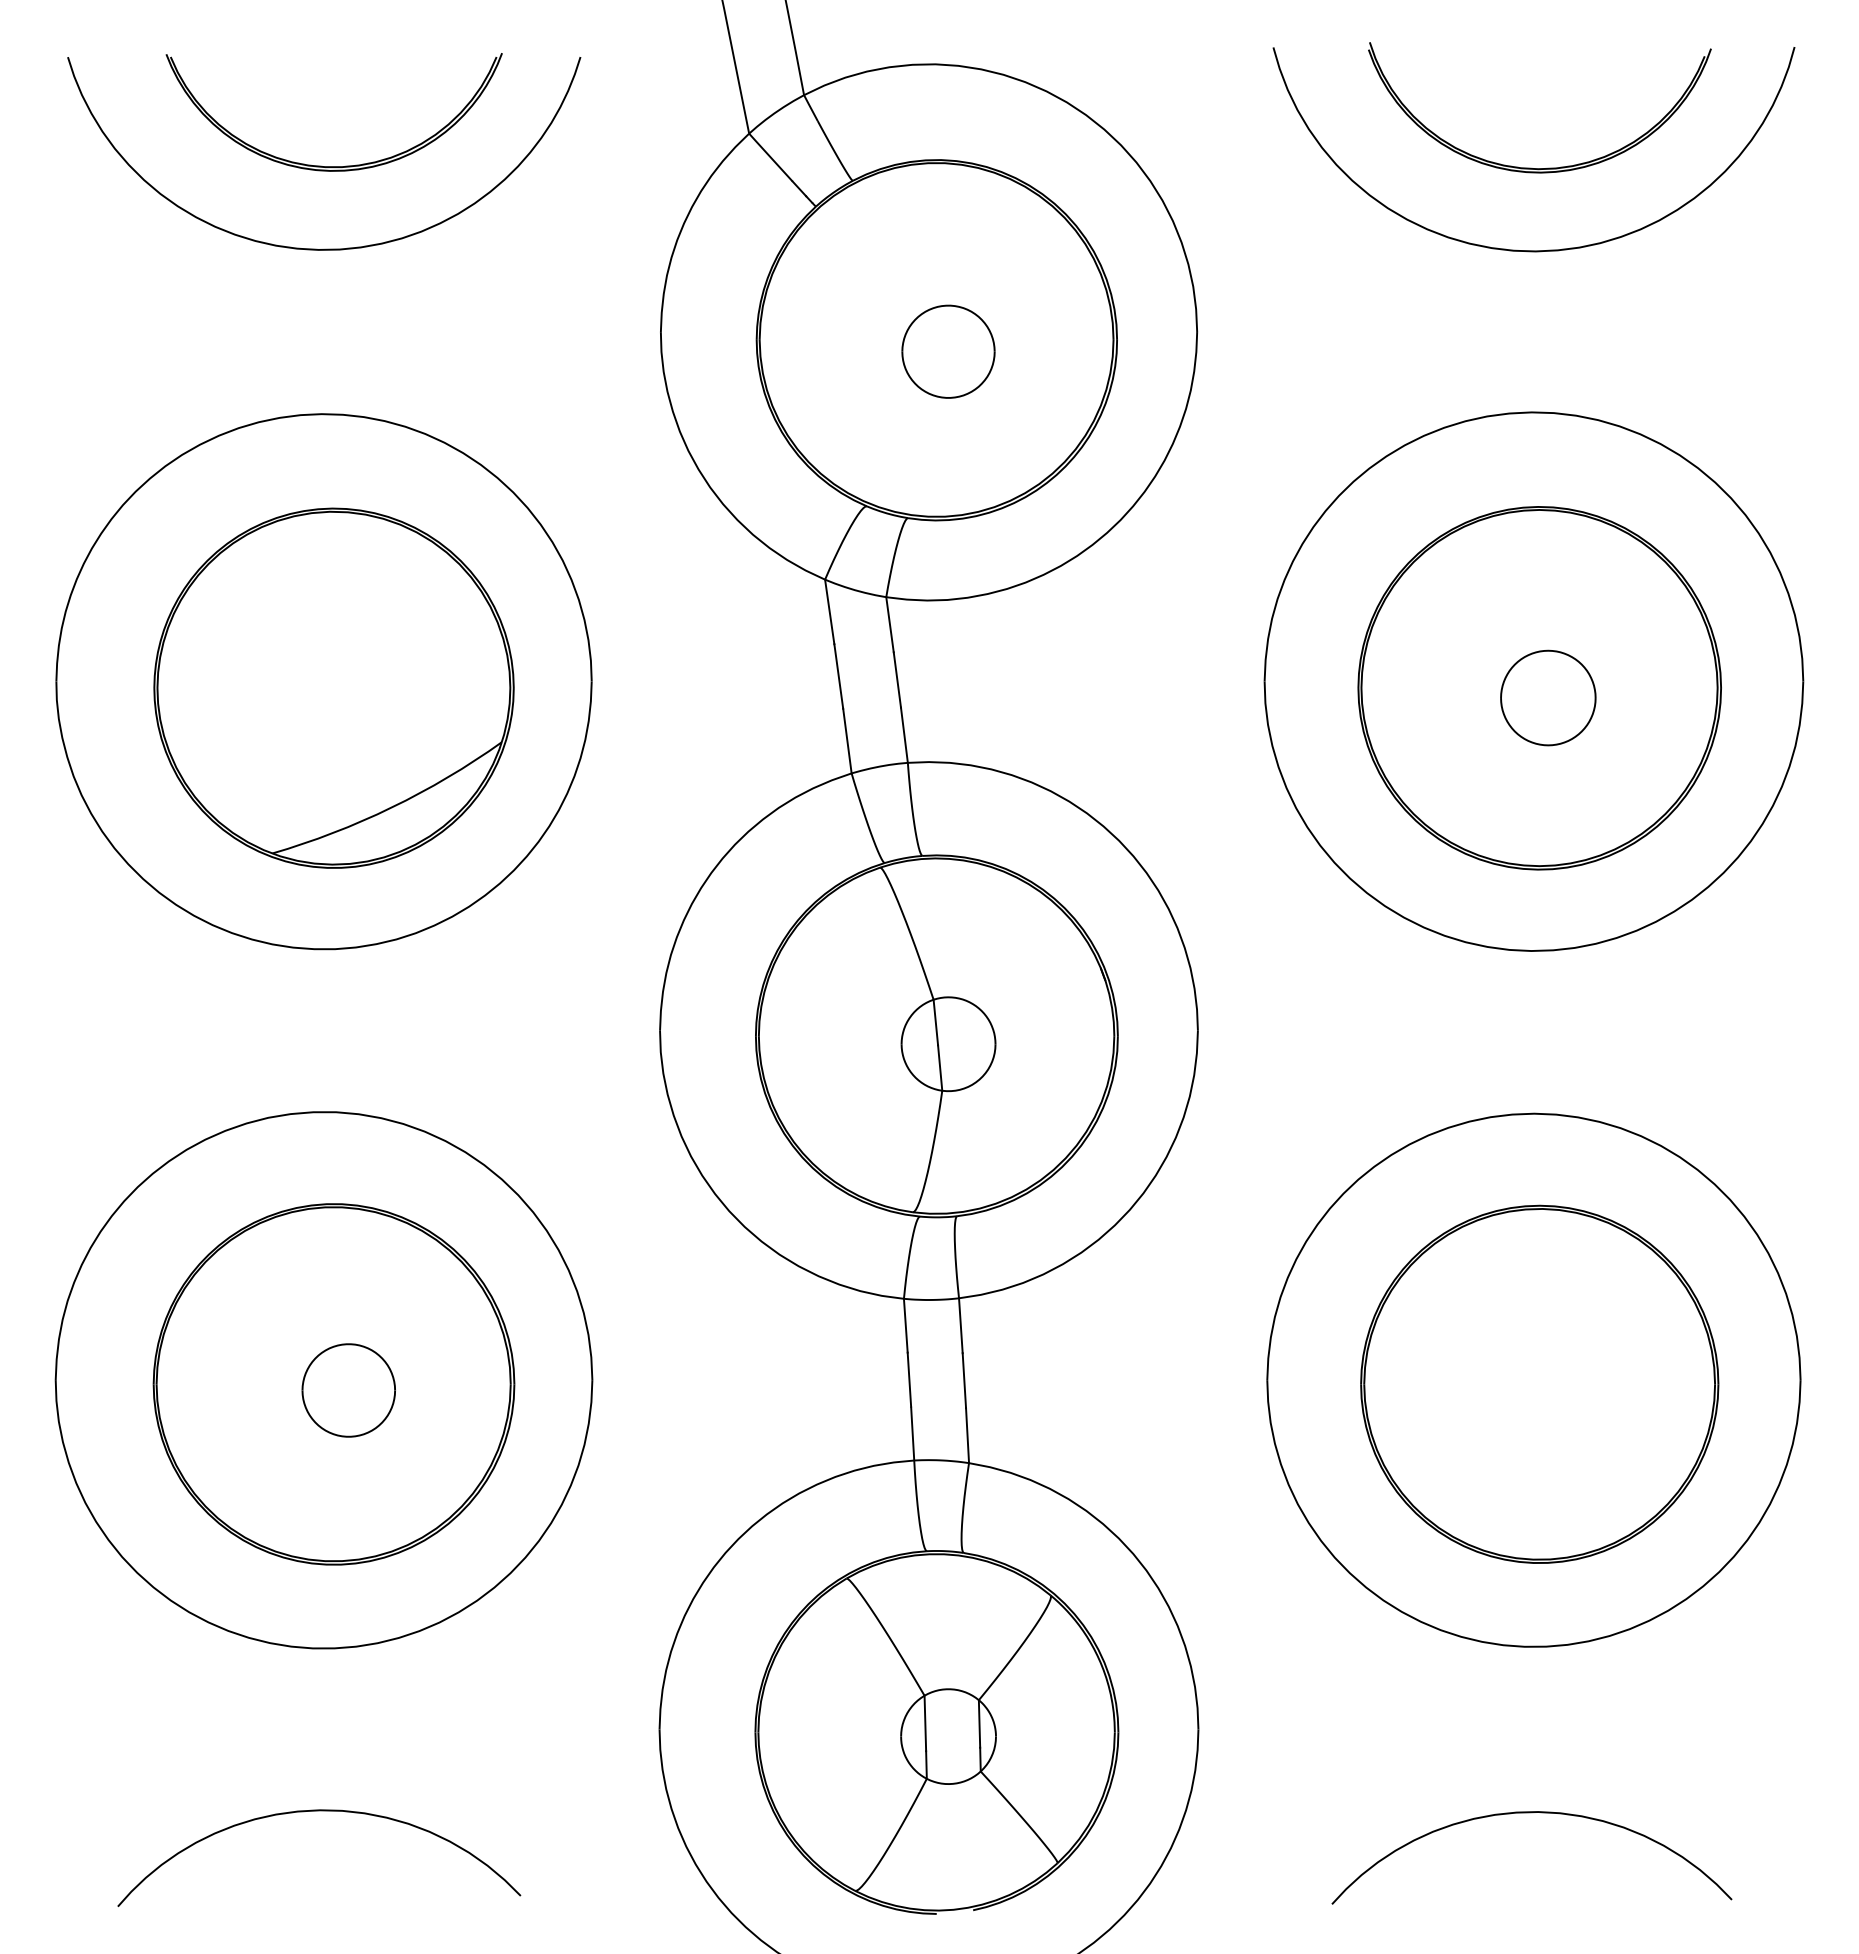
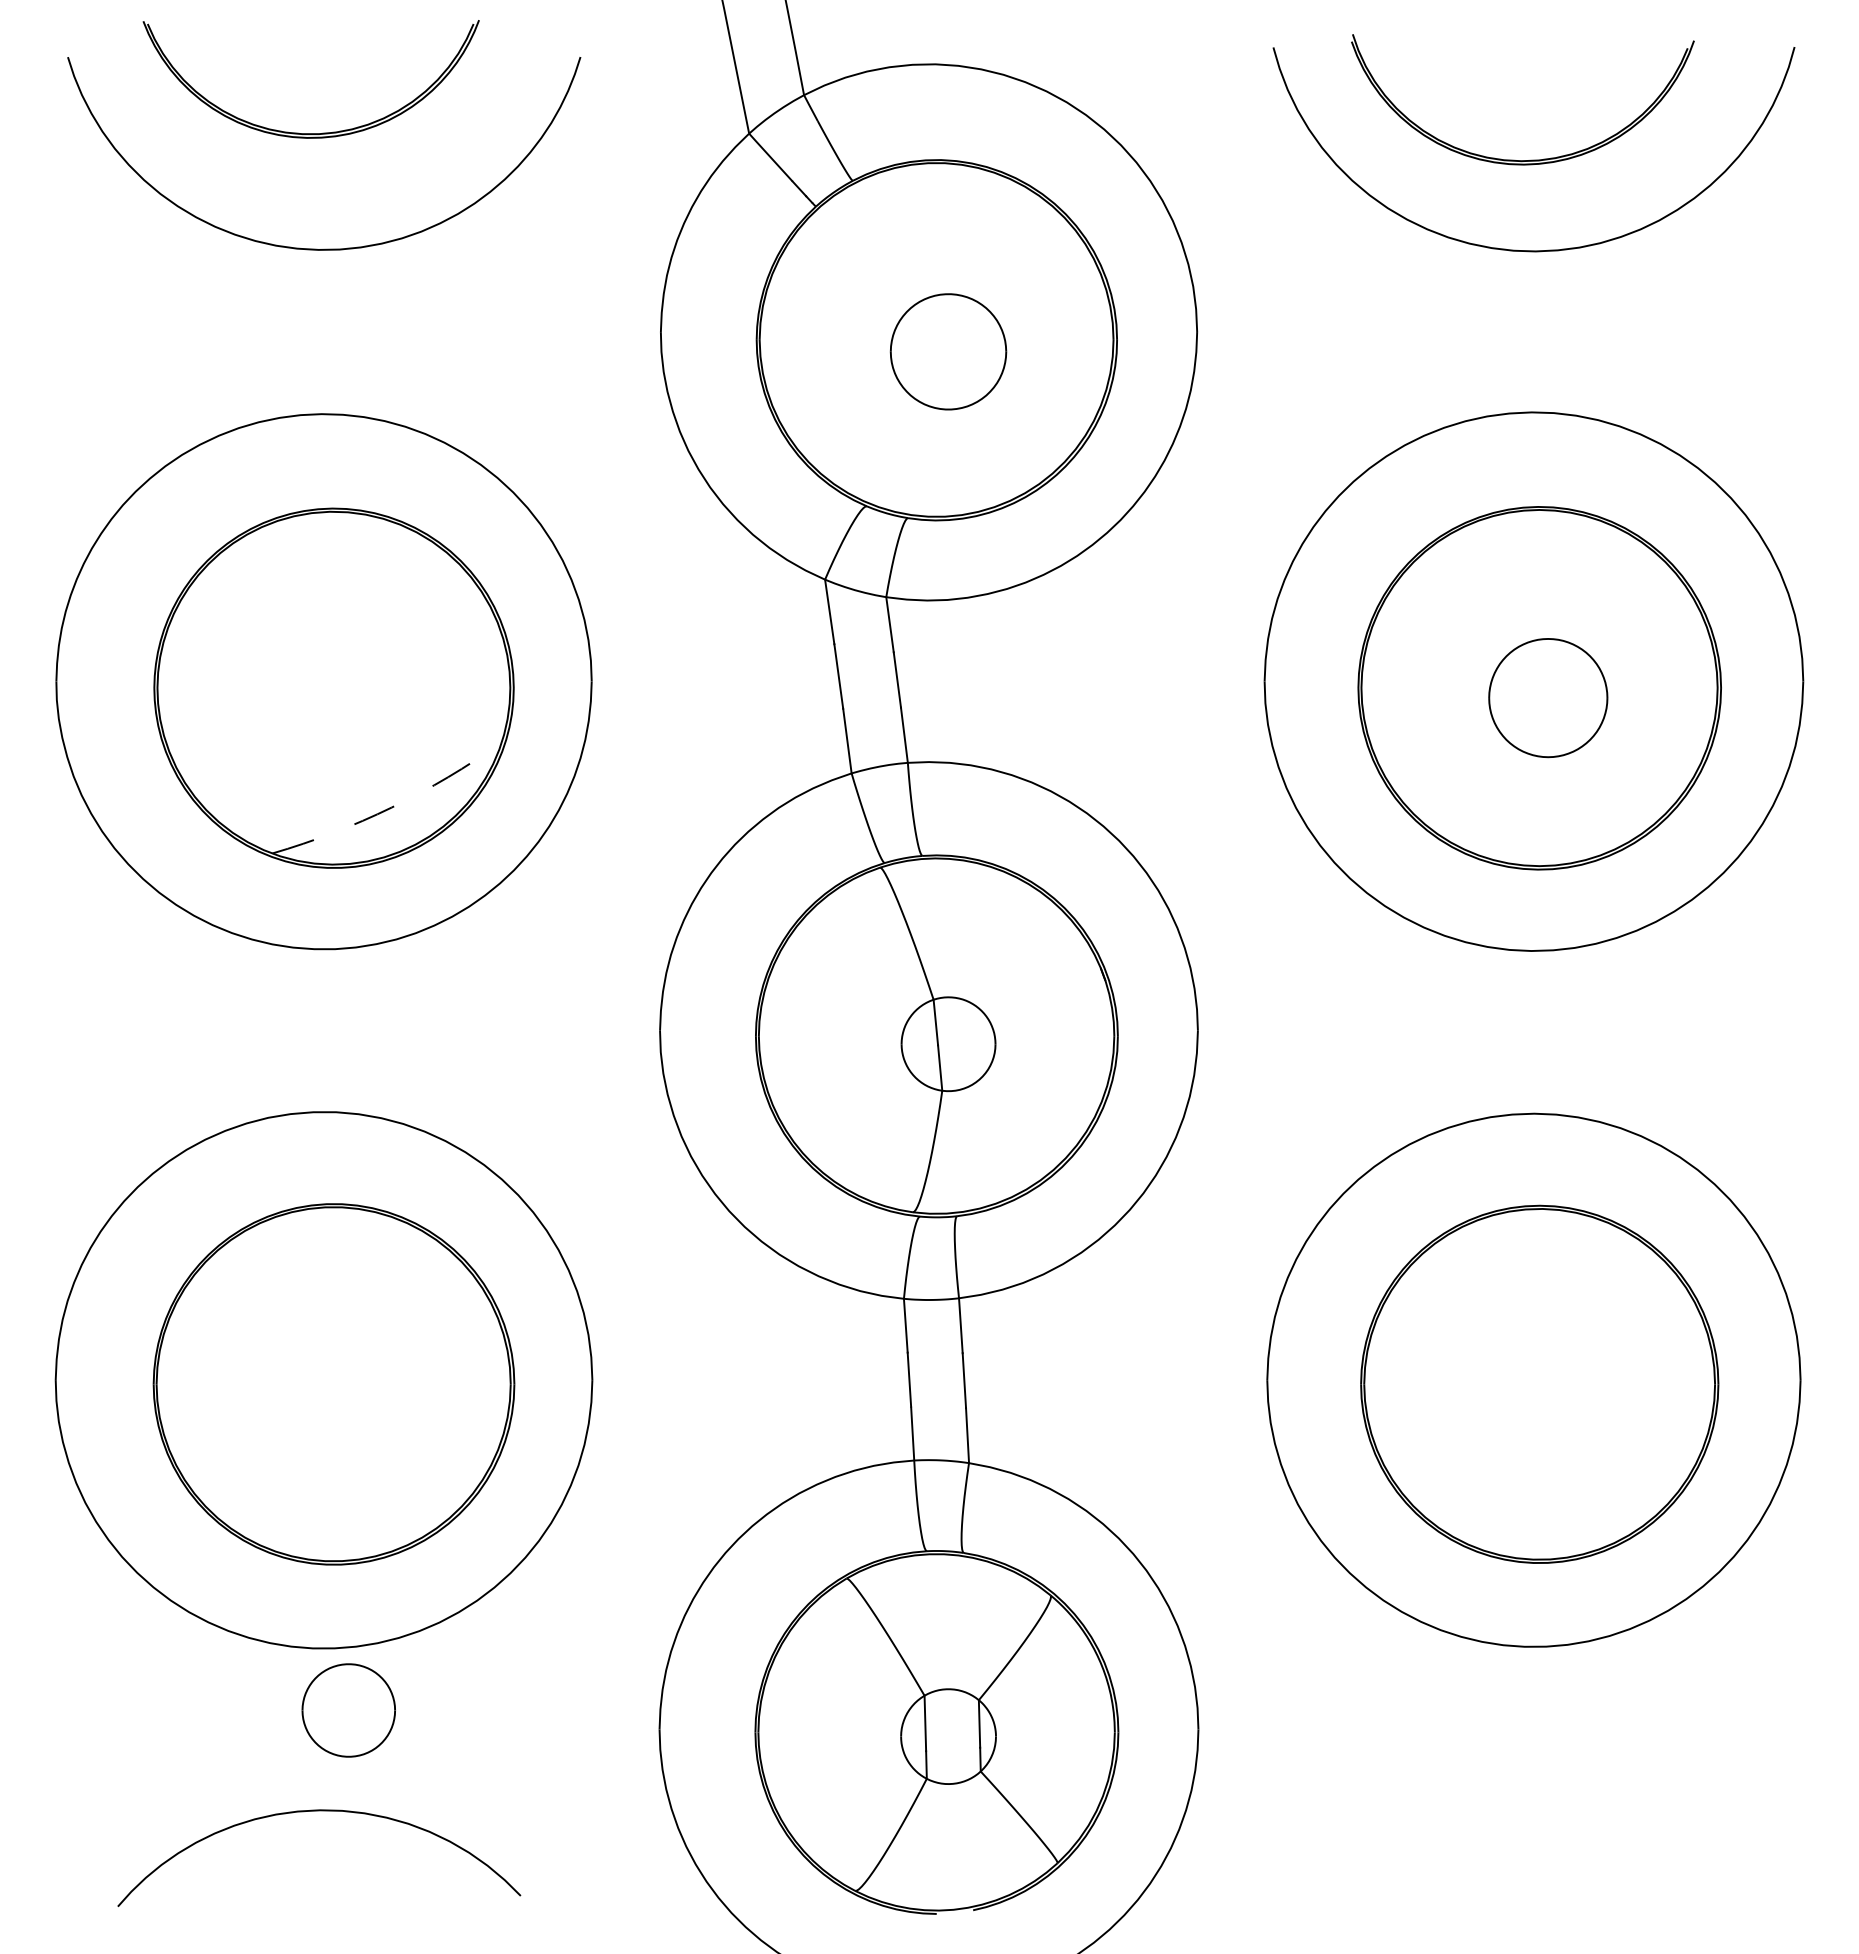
part at (333, 166) position: (333, 166) -> (310, 133)
part at (1531, 167) position: (1531, 167) -> (1514, 159)
part at (948, 351) size: 95x95 px -> 119x118 px
part at (1548, 697) size: 97x98 px -> 121x121 px
arc at (391, 807): solid -> dashed
part at (348, 1390) position: (348, 1390) -> (348, 1710)
curve at (1531, 1813): present -> none
